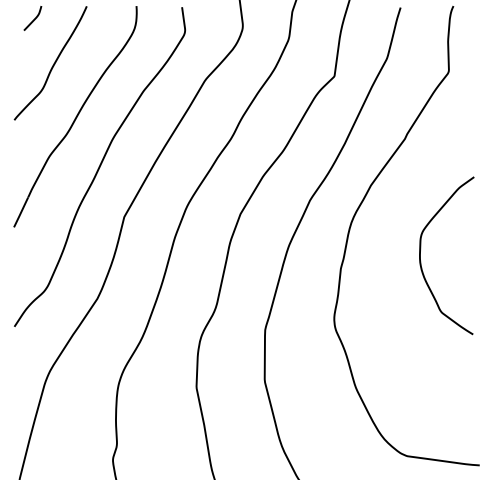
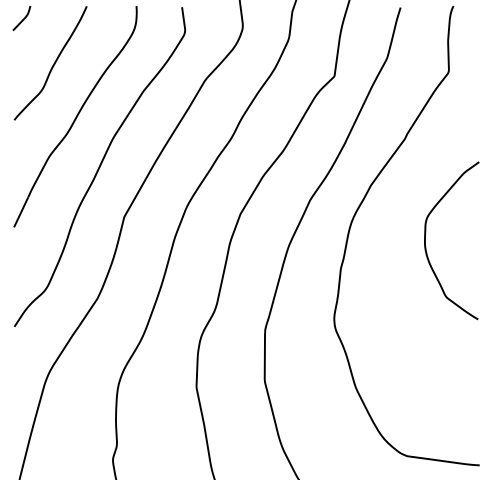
curve at (33, 19) position: (33, 19) -> (22, 19)
curve at (421, 261) position: (421, 261) -> (426, 246)
